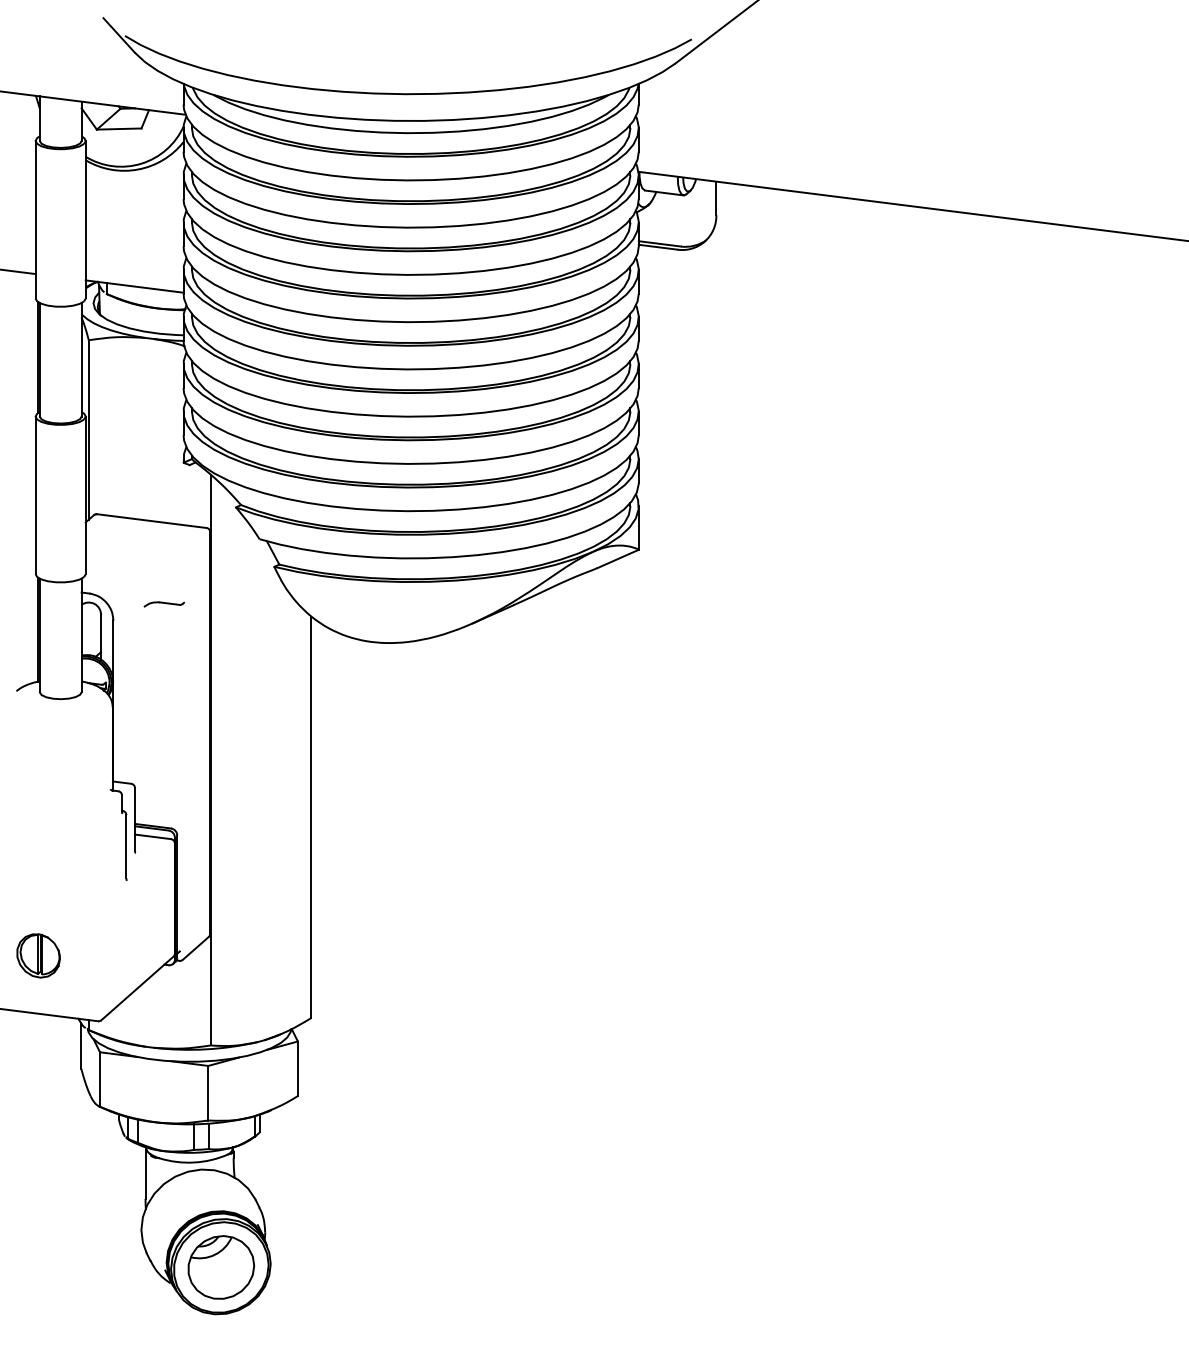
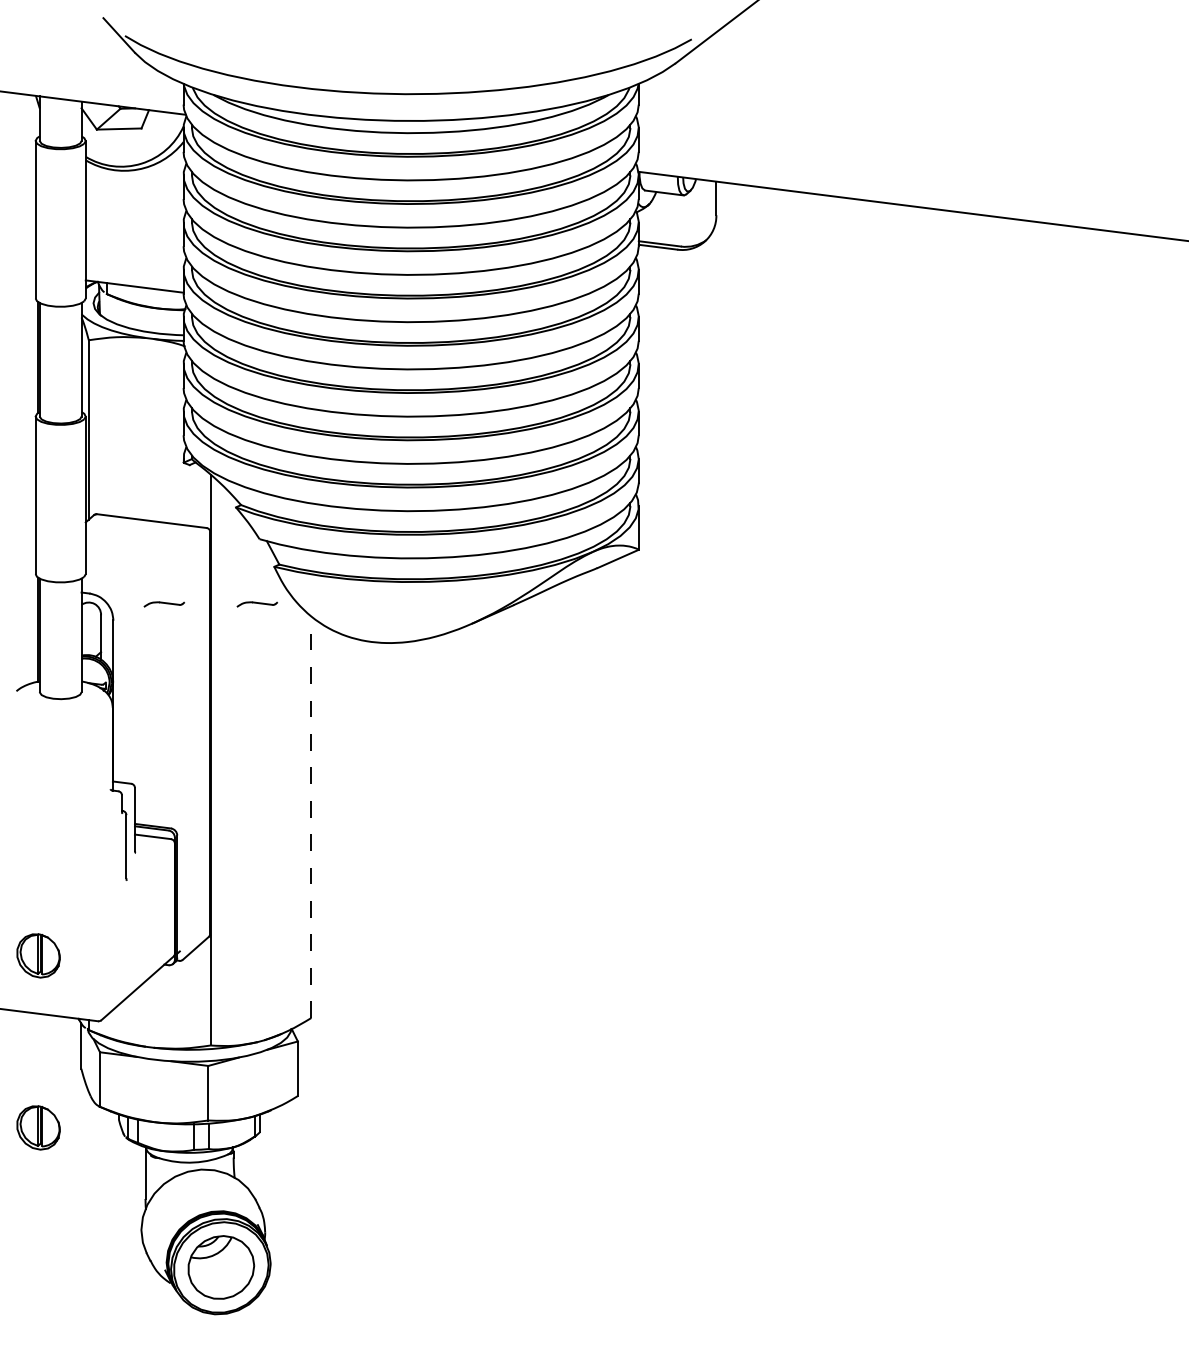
line at (18, 271): present -> none
part at (256, 604): none -> present
line at (311, 817): solid -> dashed
part at (38, 1127): none -> present
